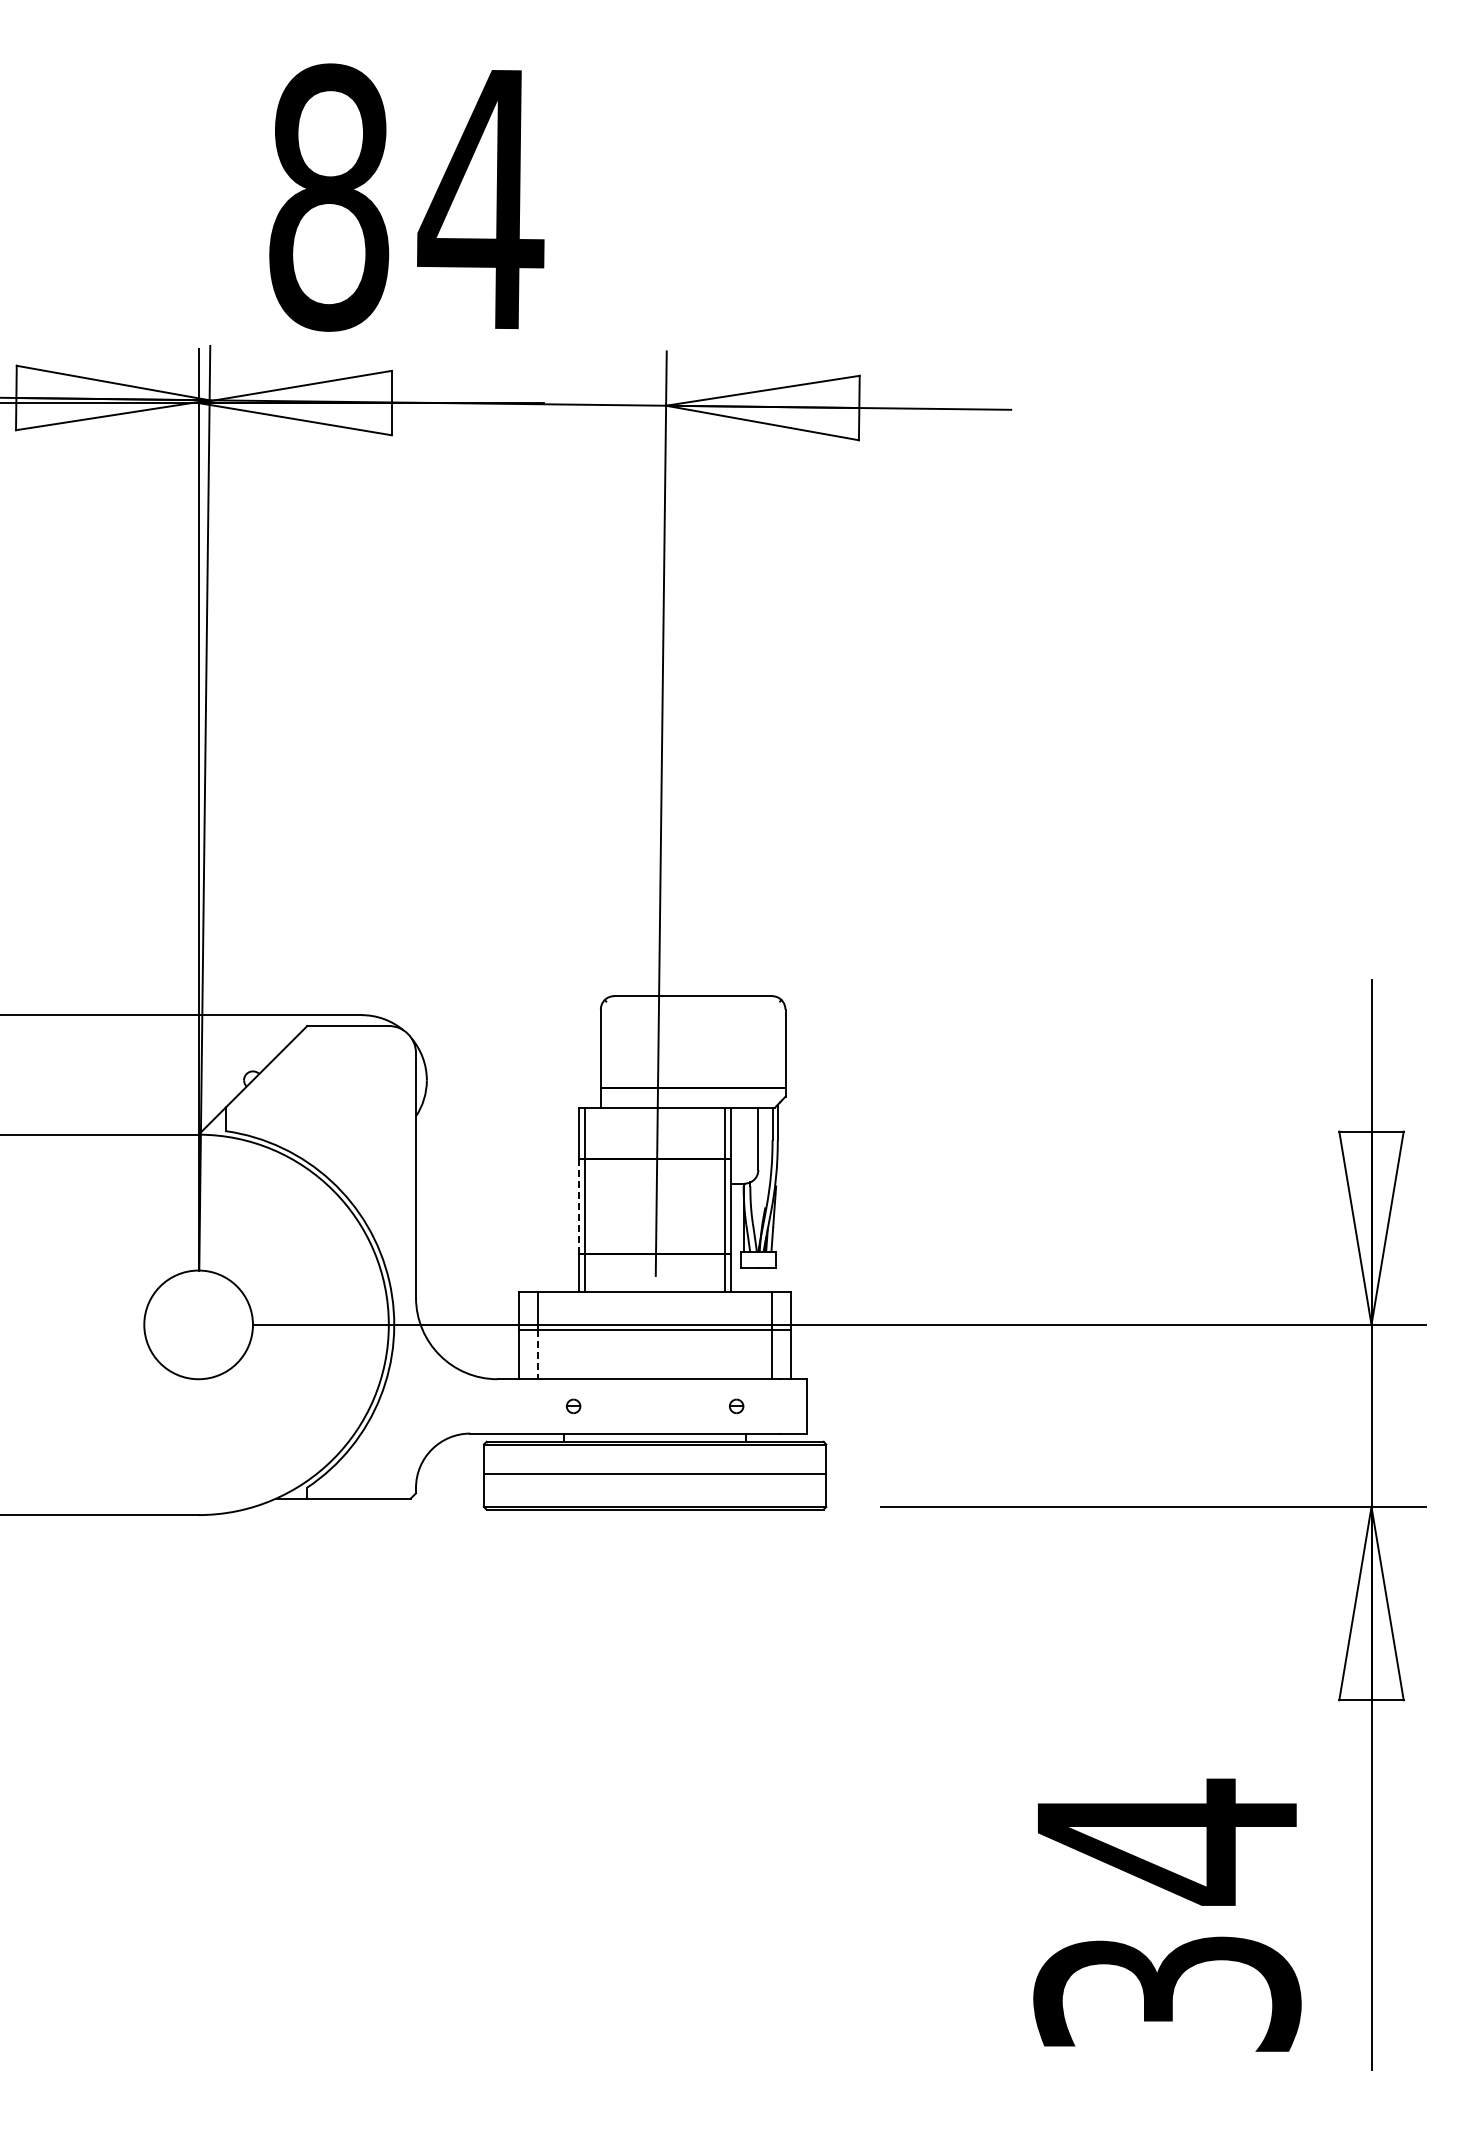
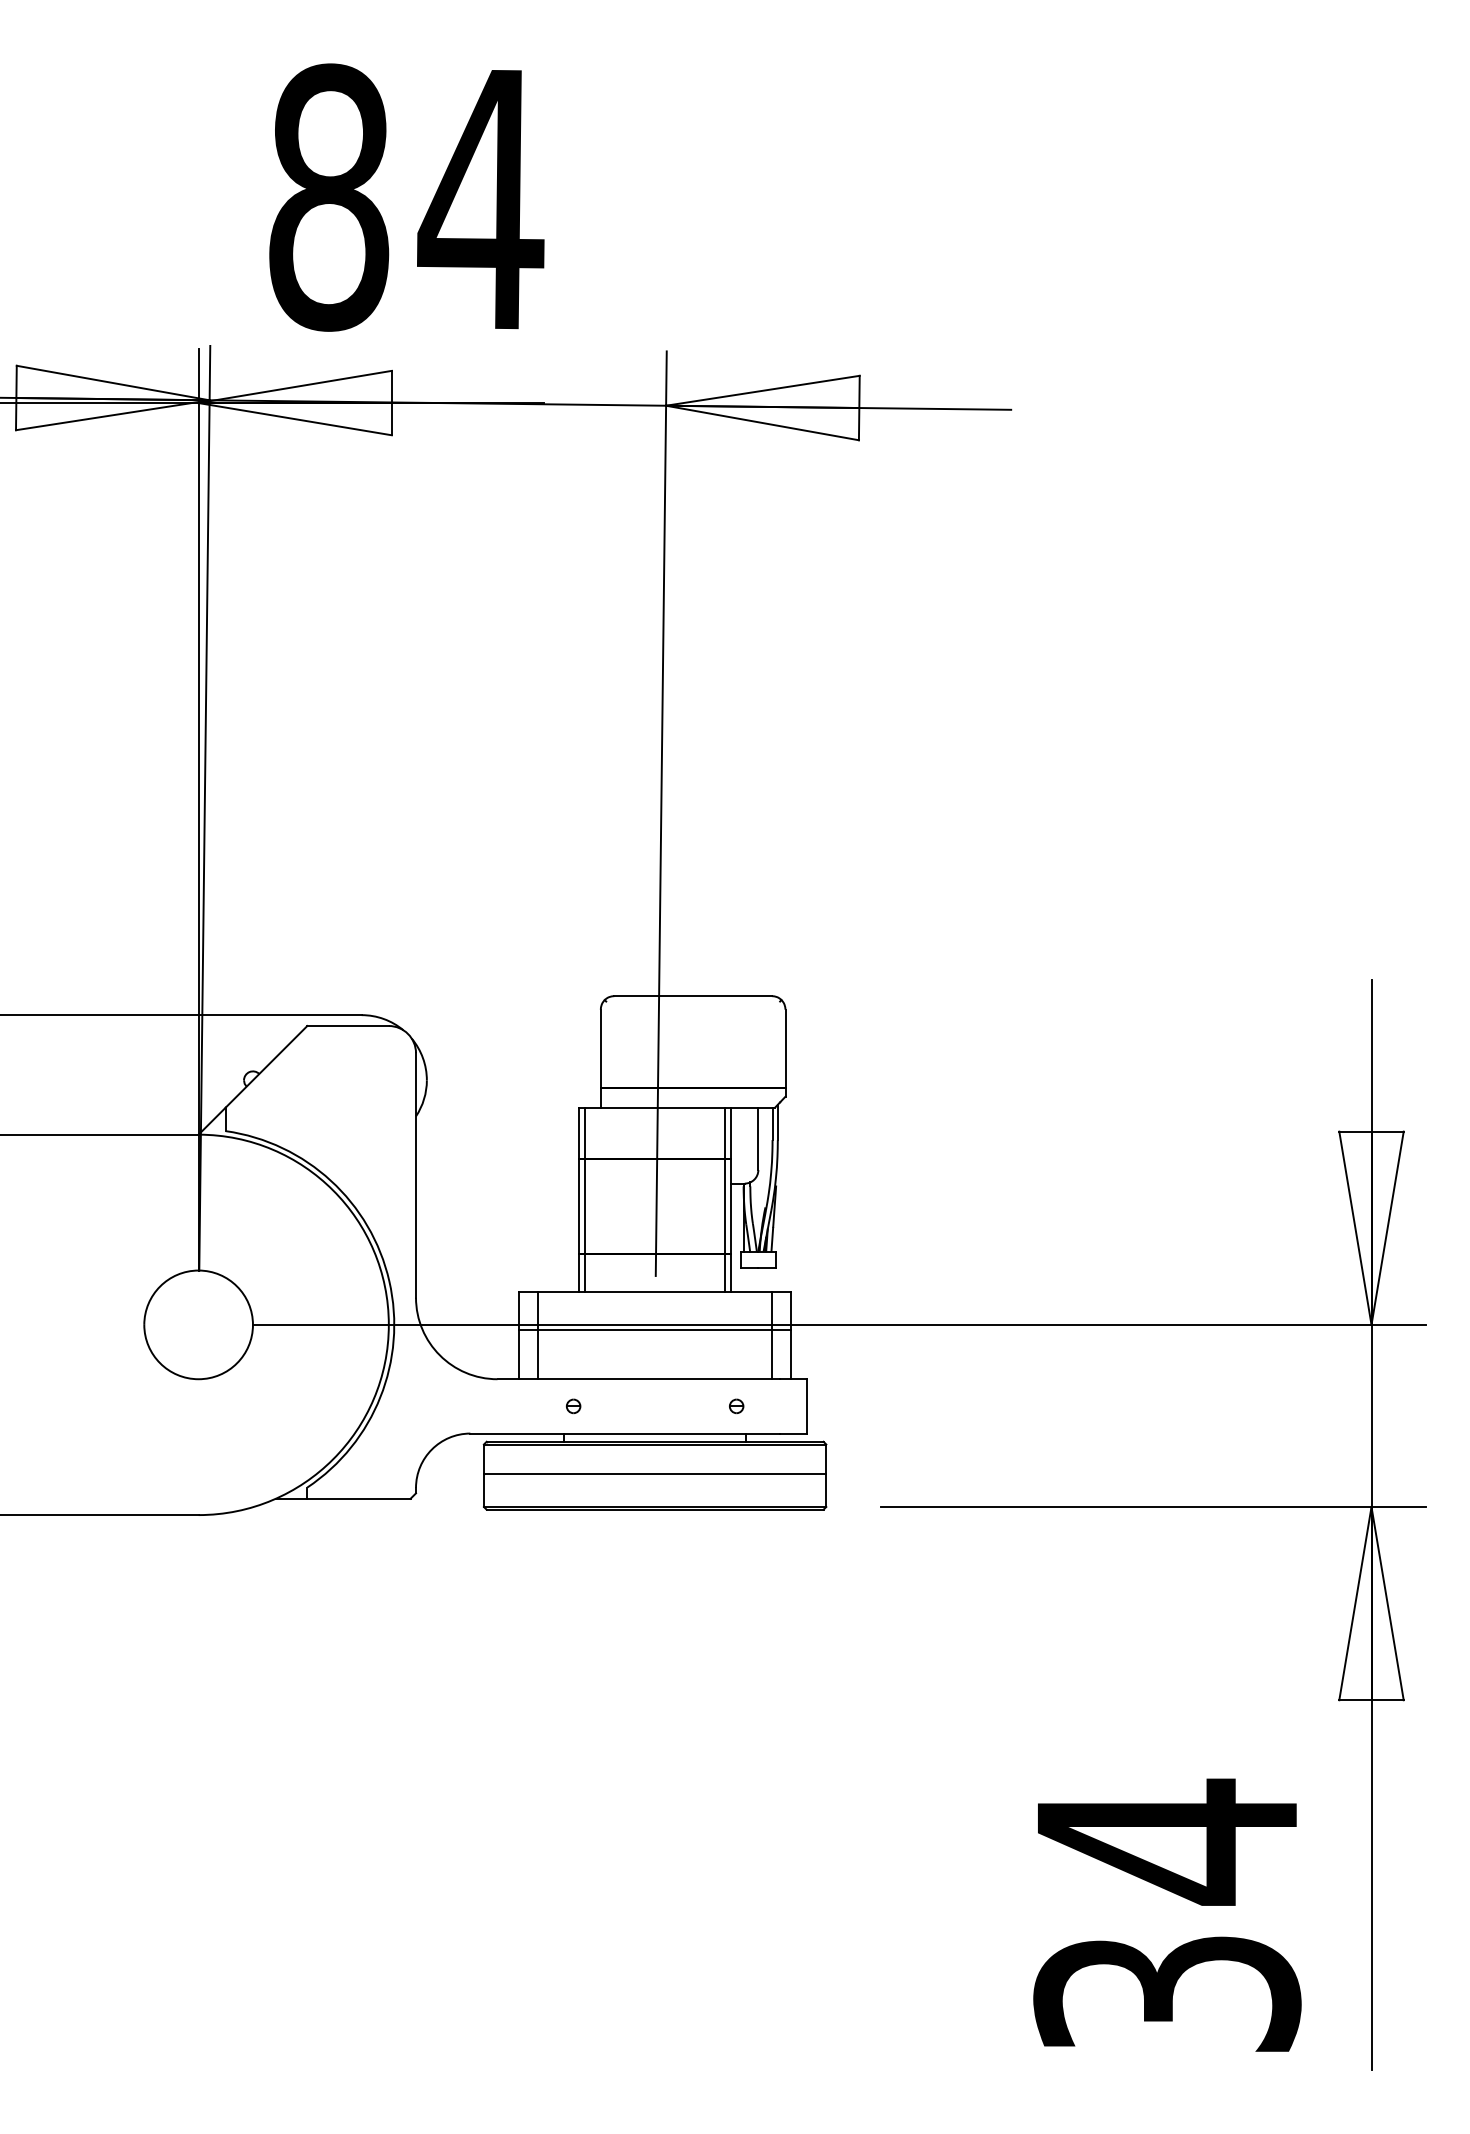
line at (579, 1207): dashed -> solid
line at (538, 1355): dashed -> solid
